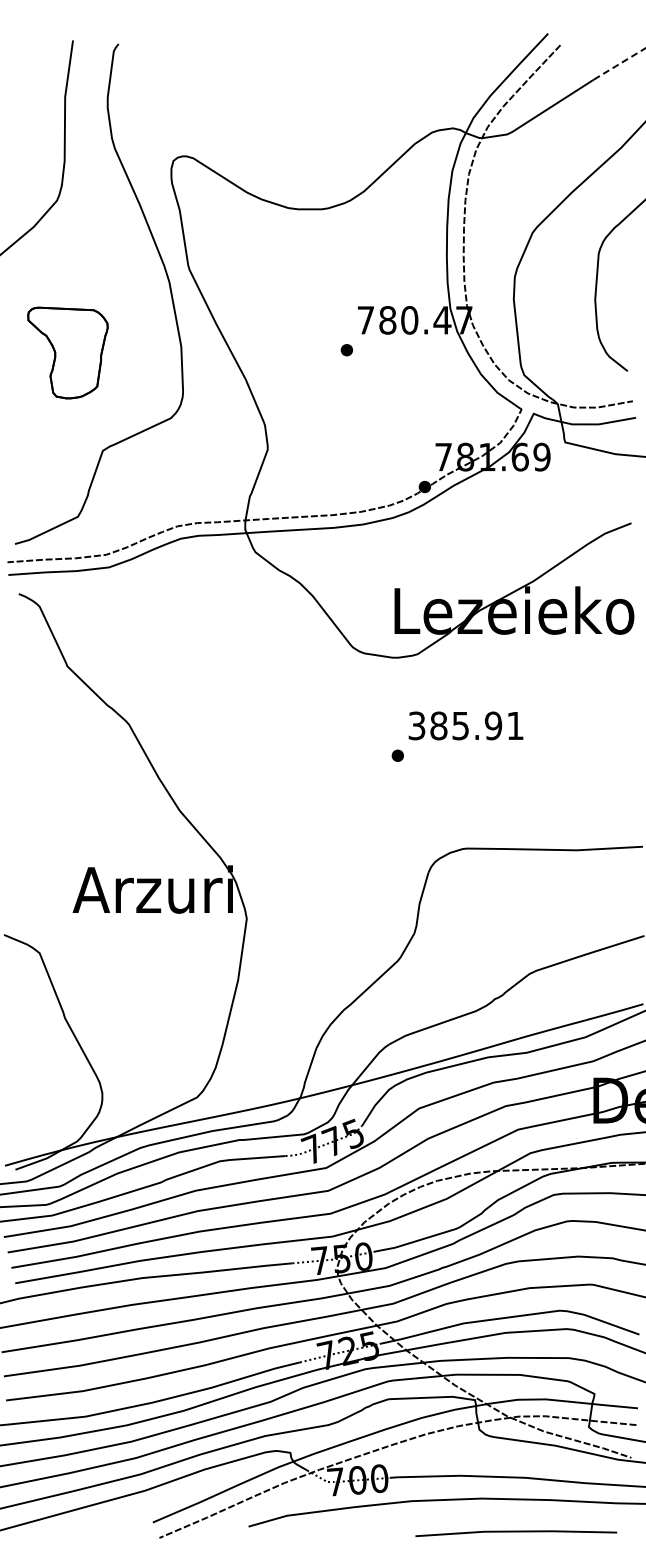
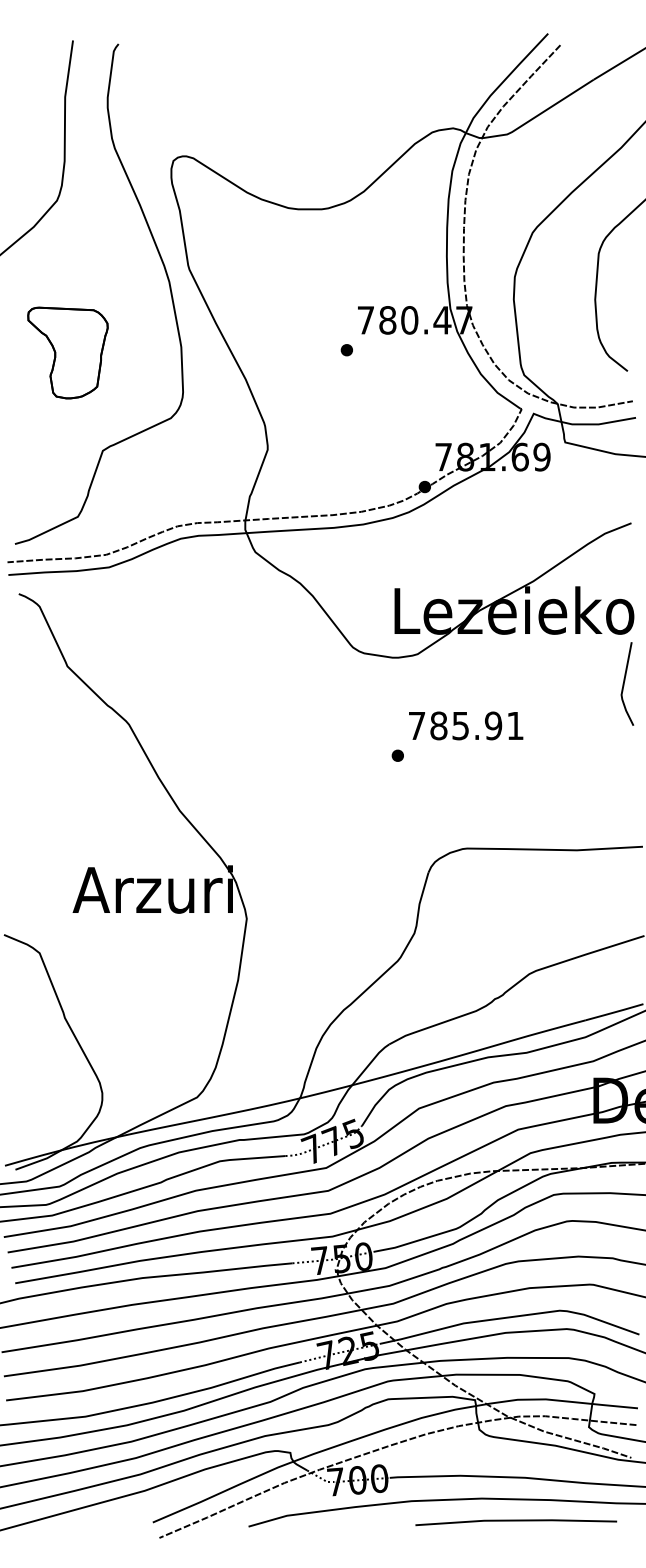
line at (620, 63): dashed -> solid
line at (625, 681): none -> present
text at (416, 725): 385.91 -> 785.91
line at (516, 1532) position: (516, 1532) -> (516, 1521)
